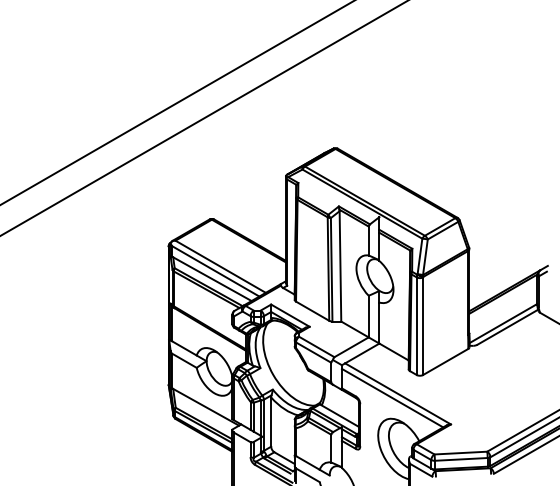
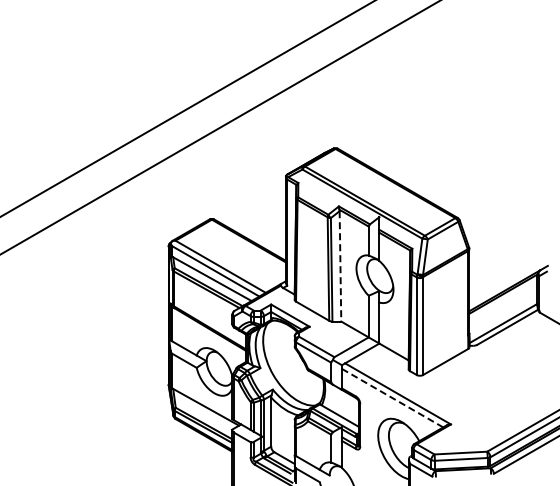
line at (176, 102) position: (176, 102) -> (187, 109)
line at (203, 118) position: (203, 118) -> (219, 127)
line at (340, 266): solid -> dashed
line at (393, 398): solid -> dashed
